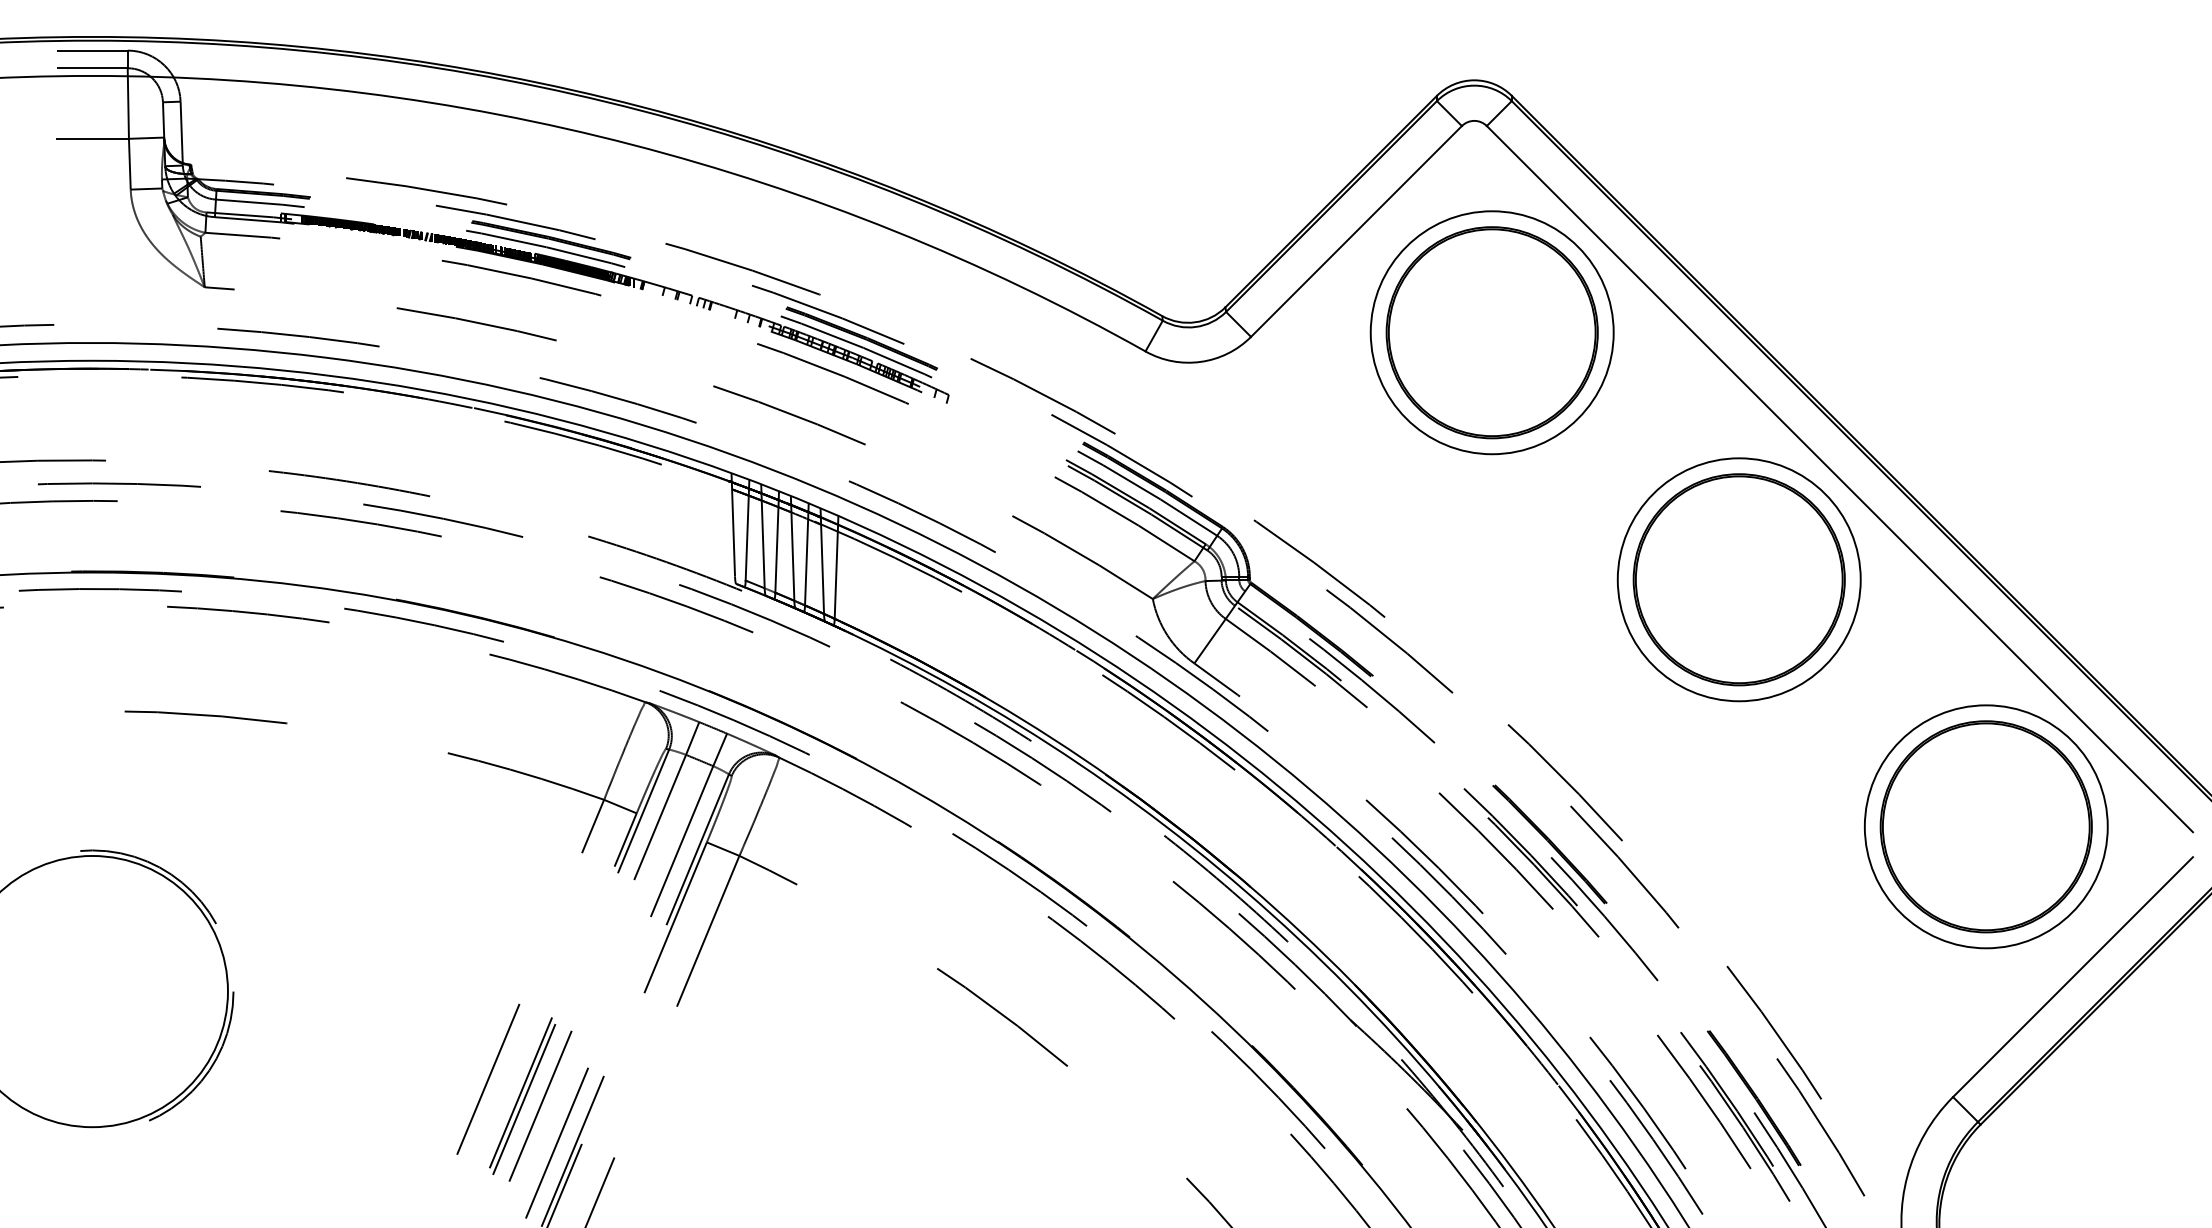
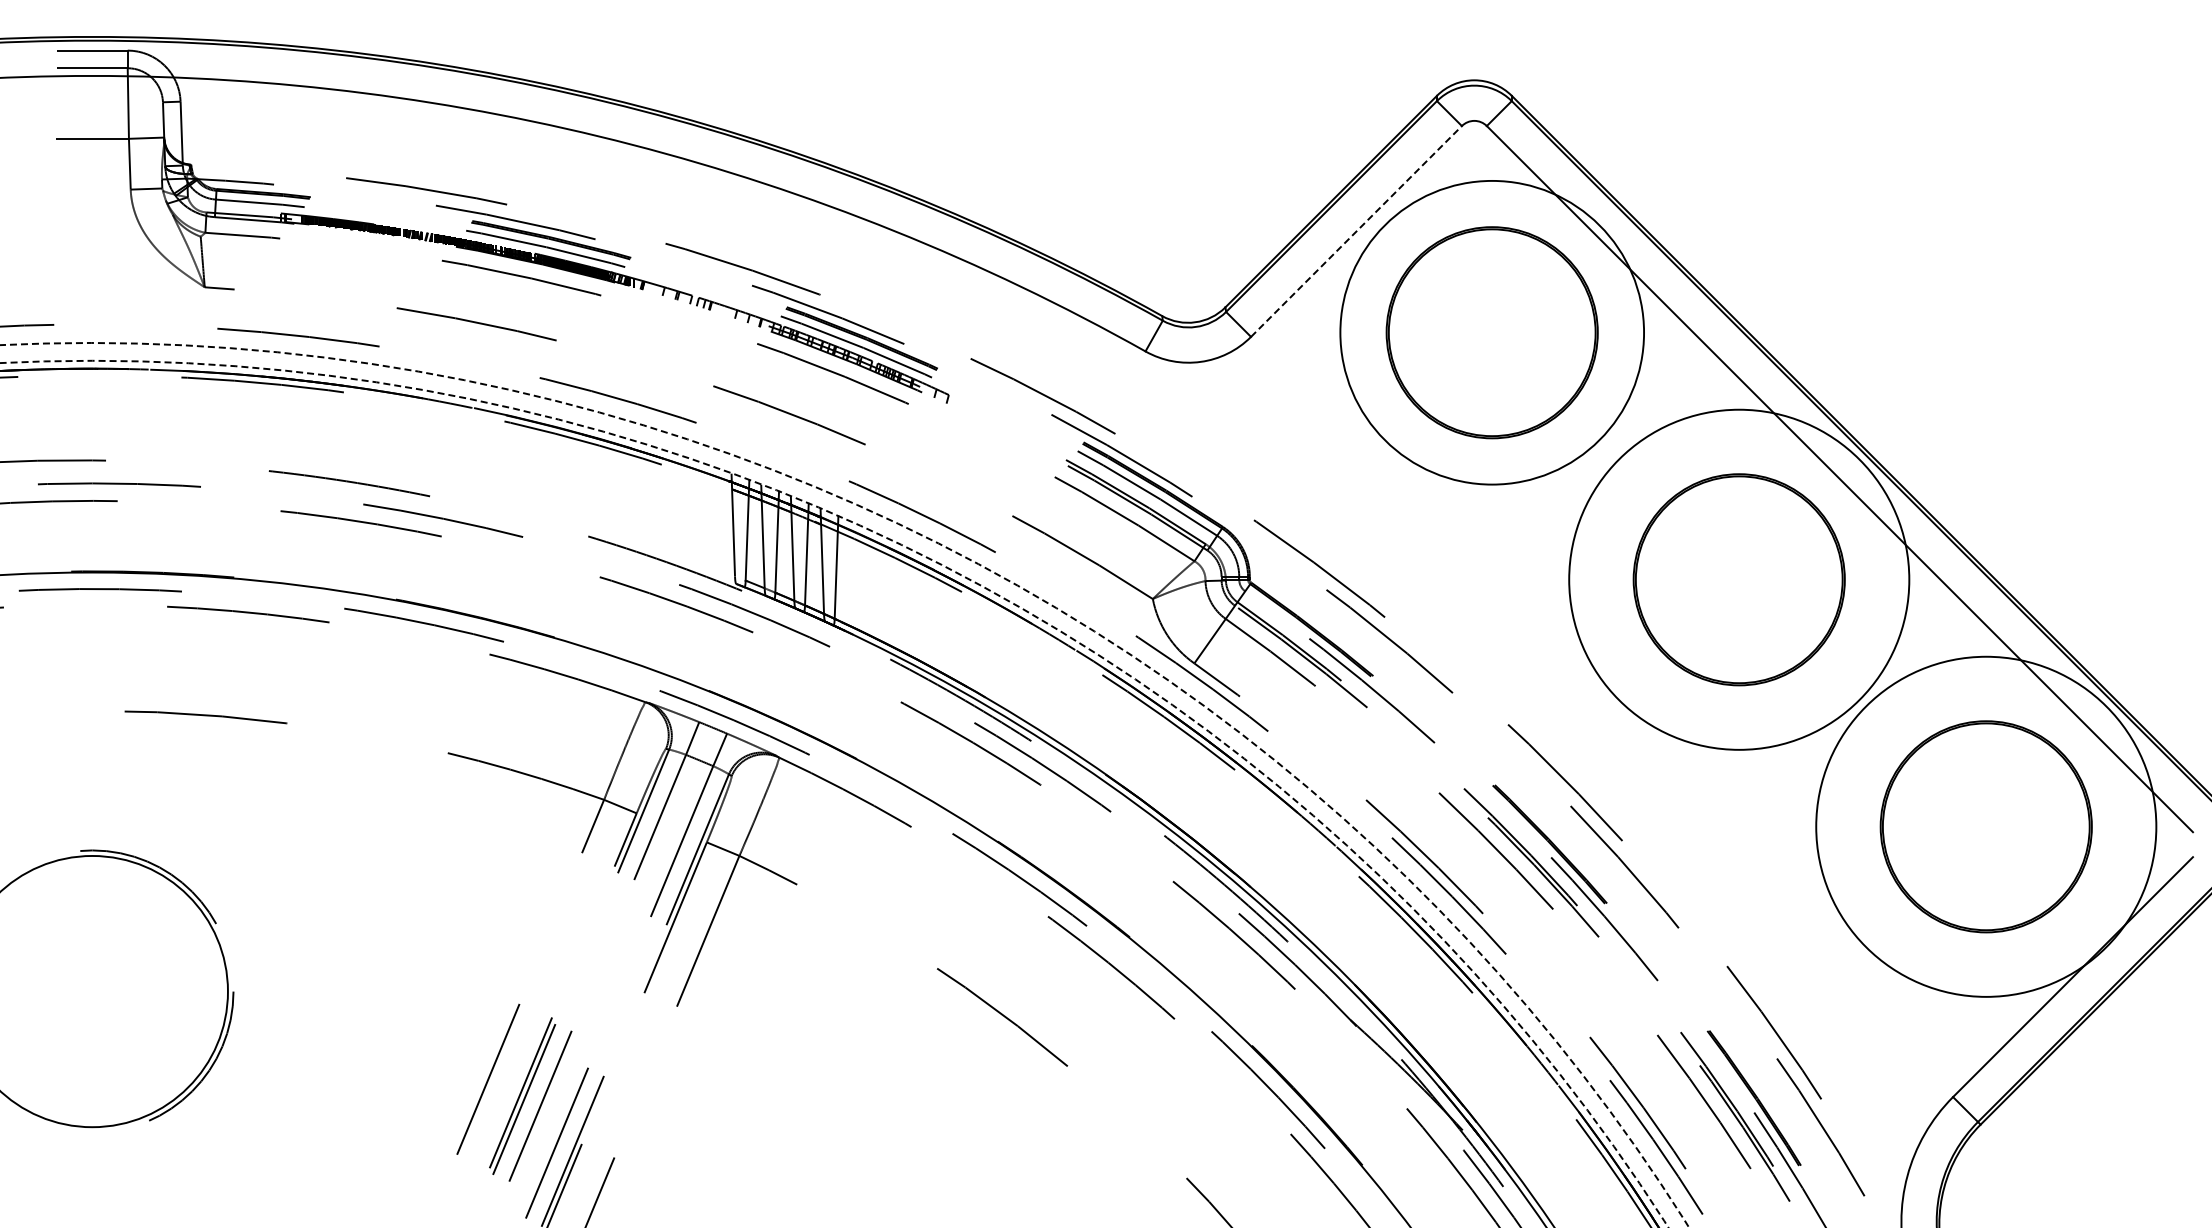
line at (1356, 231): solid -> dashed
circle at (1491, 332) diameter: 243 px -> 304 px
arc at (955, 551): solid -> dashed
circle at (1738, 579) diameter: 243 px -> 340 px
circle at (834, 793): solid -> dashed
circle at (1985, 826) diameter: 243 px -> 340 px
